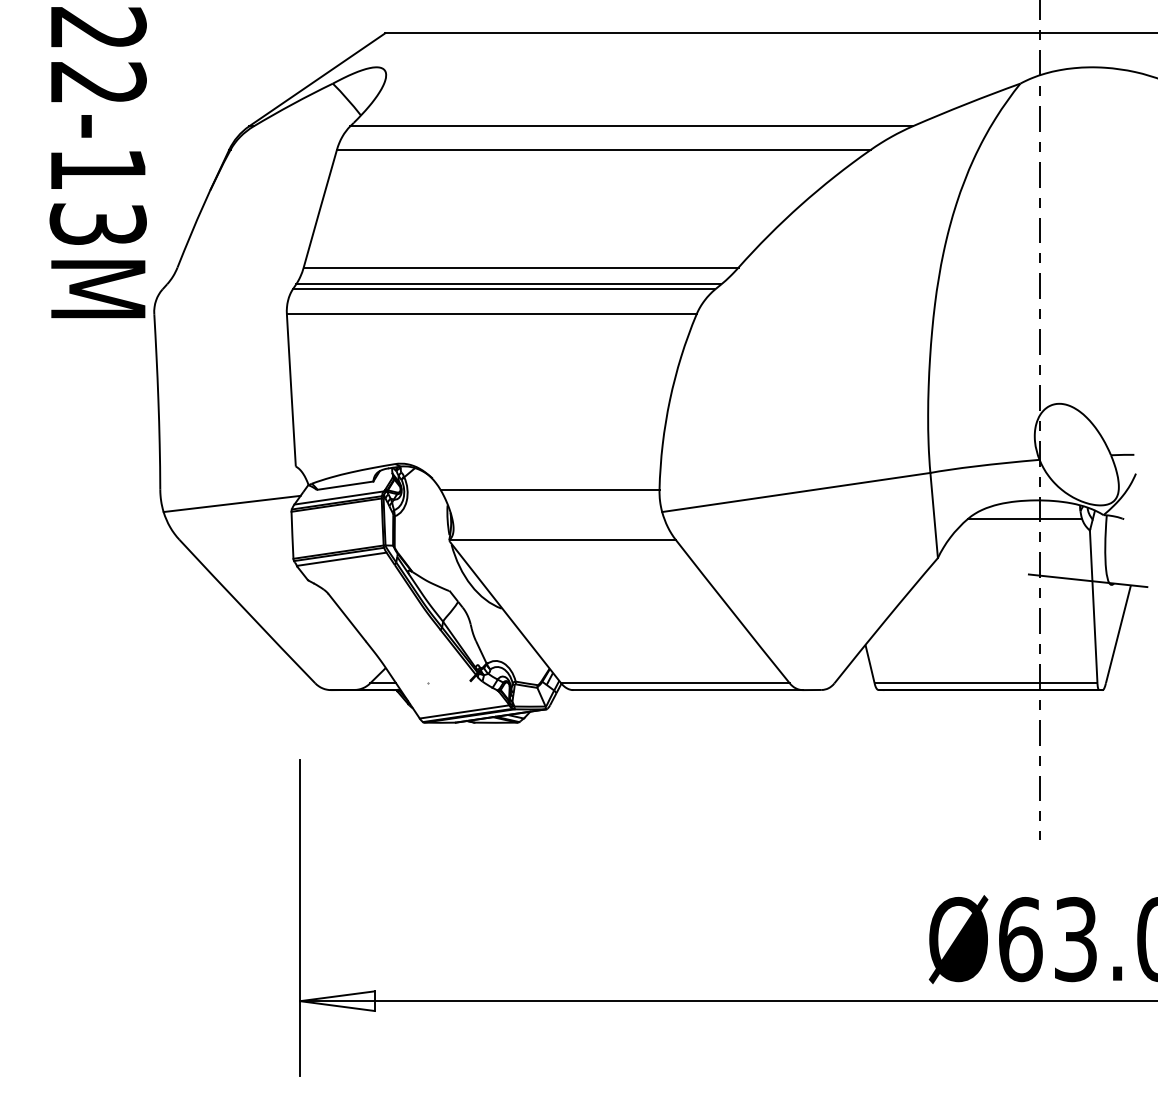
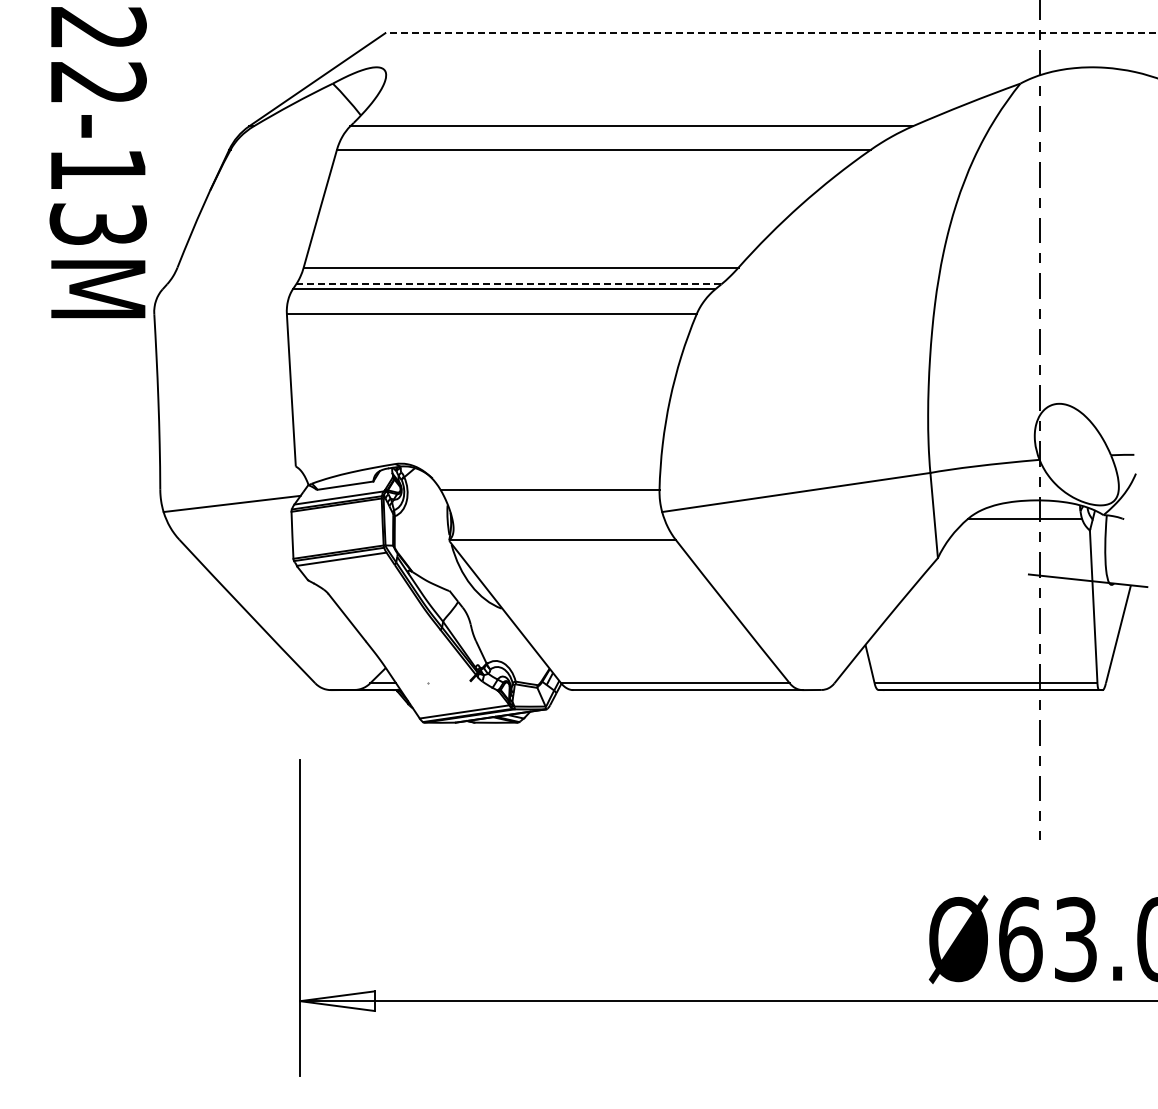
line at (771, 33): solid -> dashed
line at (508, 284): solid -> dashed
